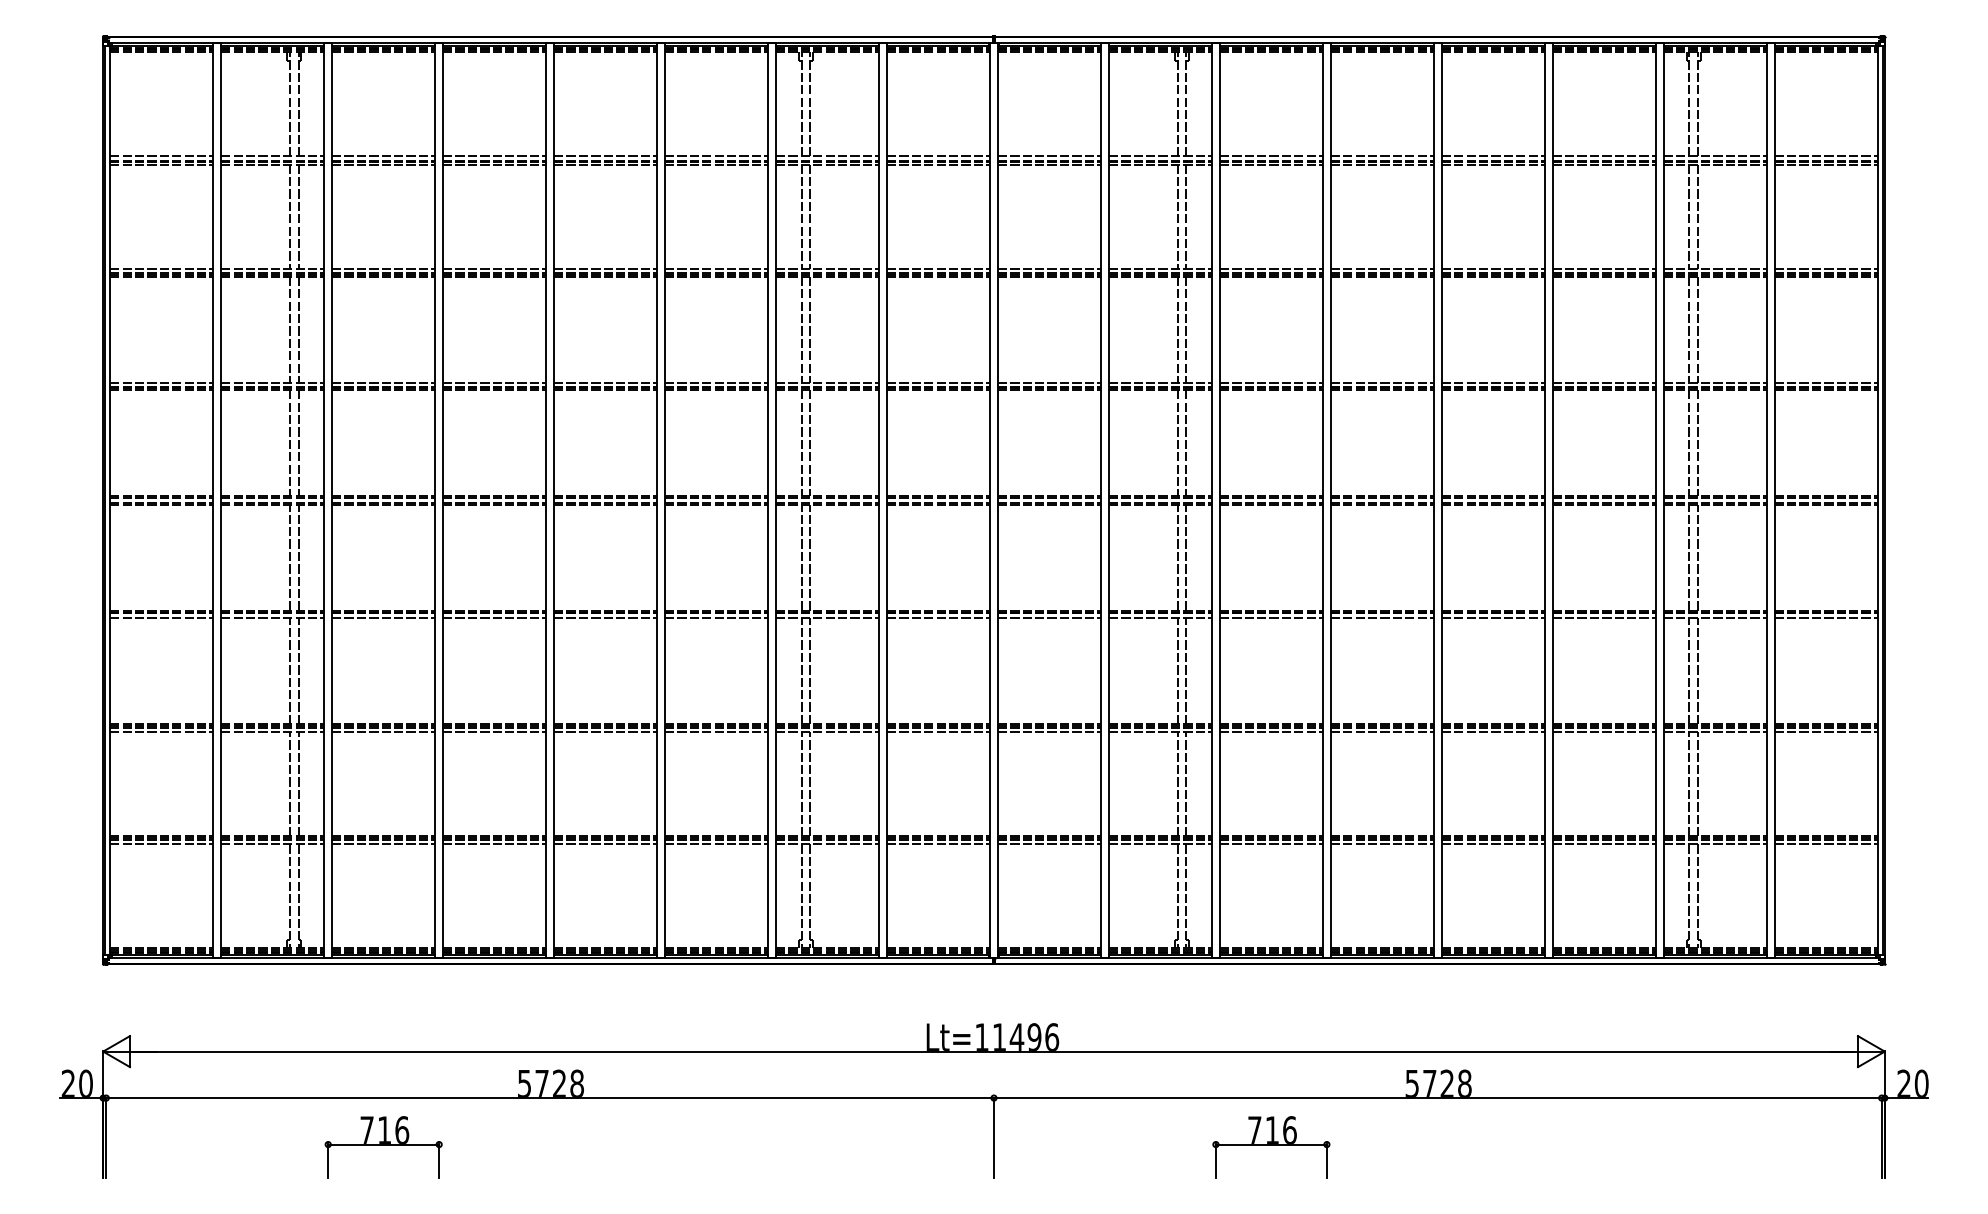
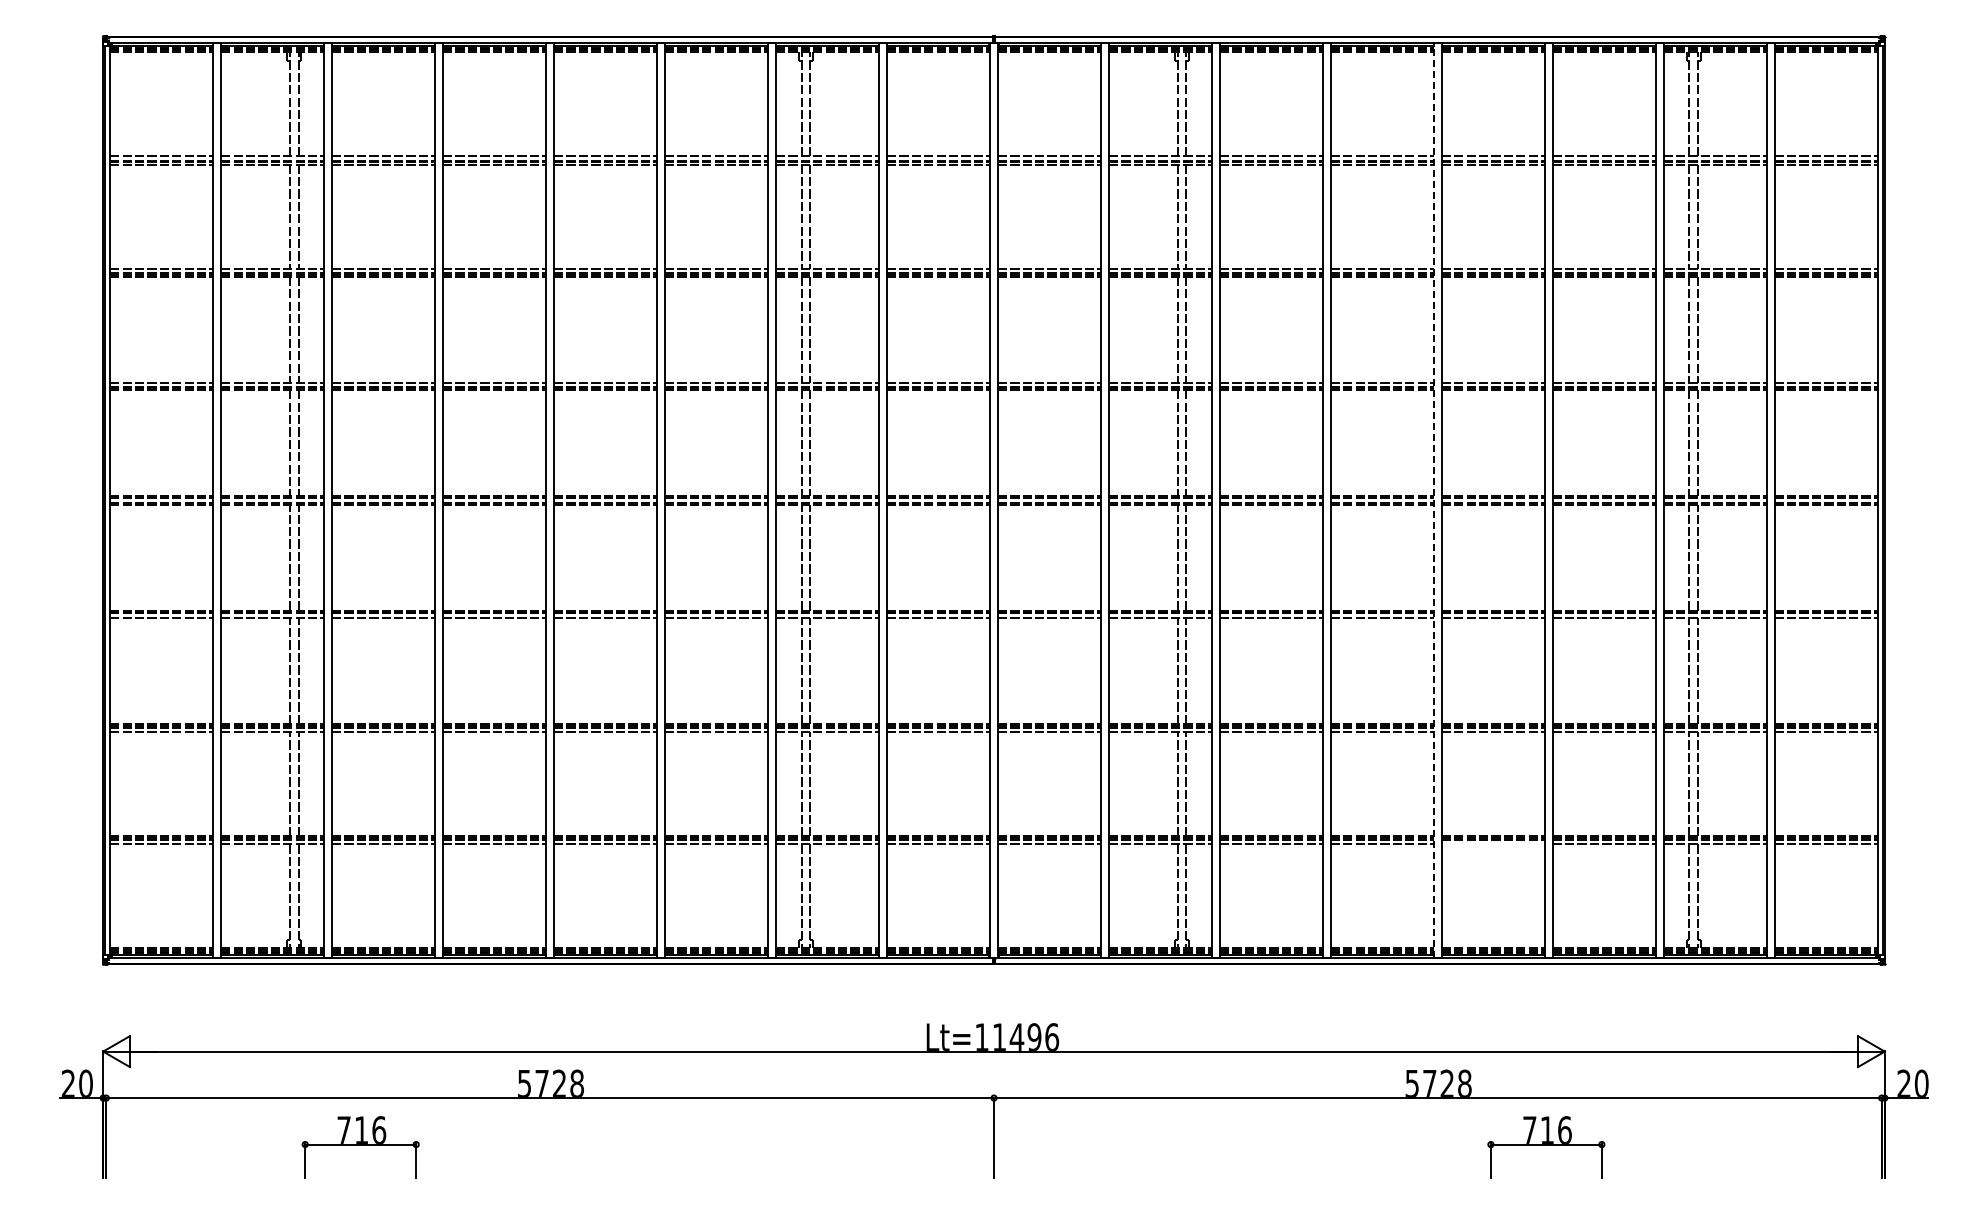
line at (1433, 499): solid -> dashed
line at (1492, 844): present -> none
part at (383, 1147) position: (383, 1147) -> (360, 1147)
part at (1271, 1147) position: (1271, 1147) -> (1546, 1147)
